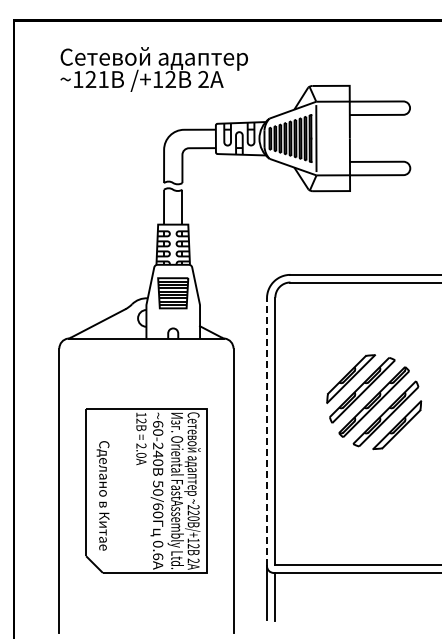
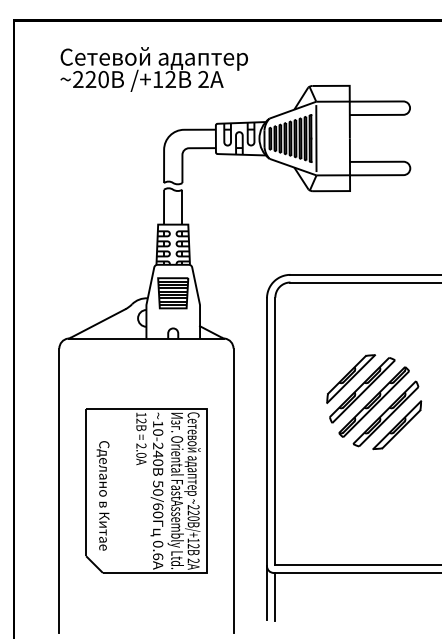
text at (90, 79): ~121 -> ~220
text at (158, 424): ~60-240 -> ~10-240
line at (267, 432): dashed -> solid
